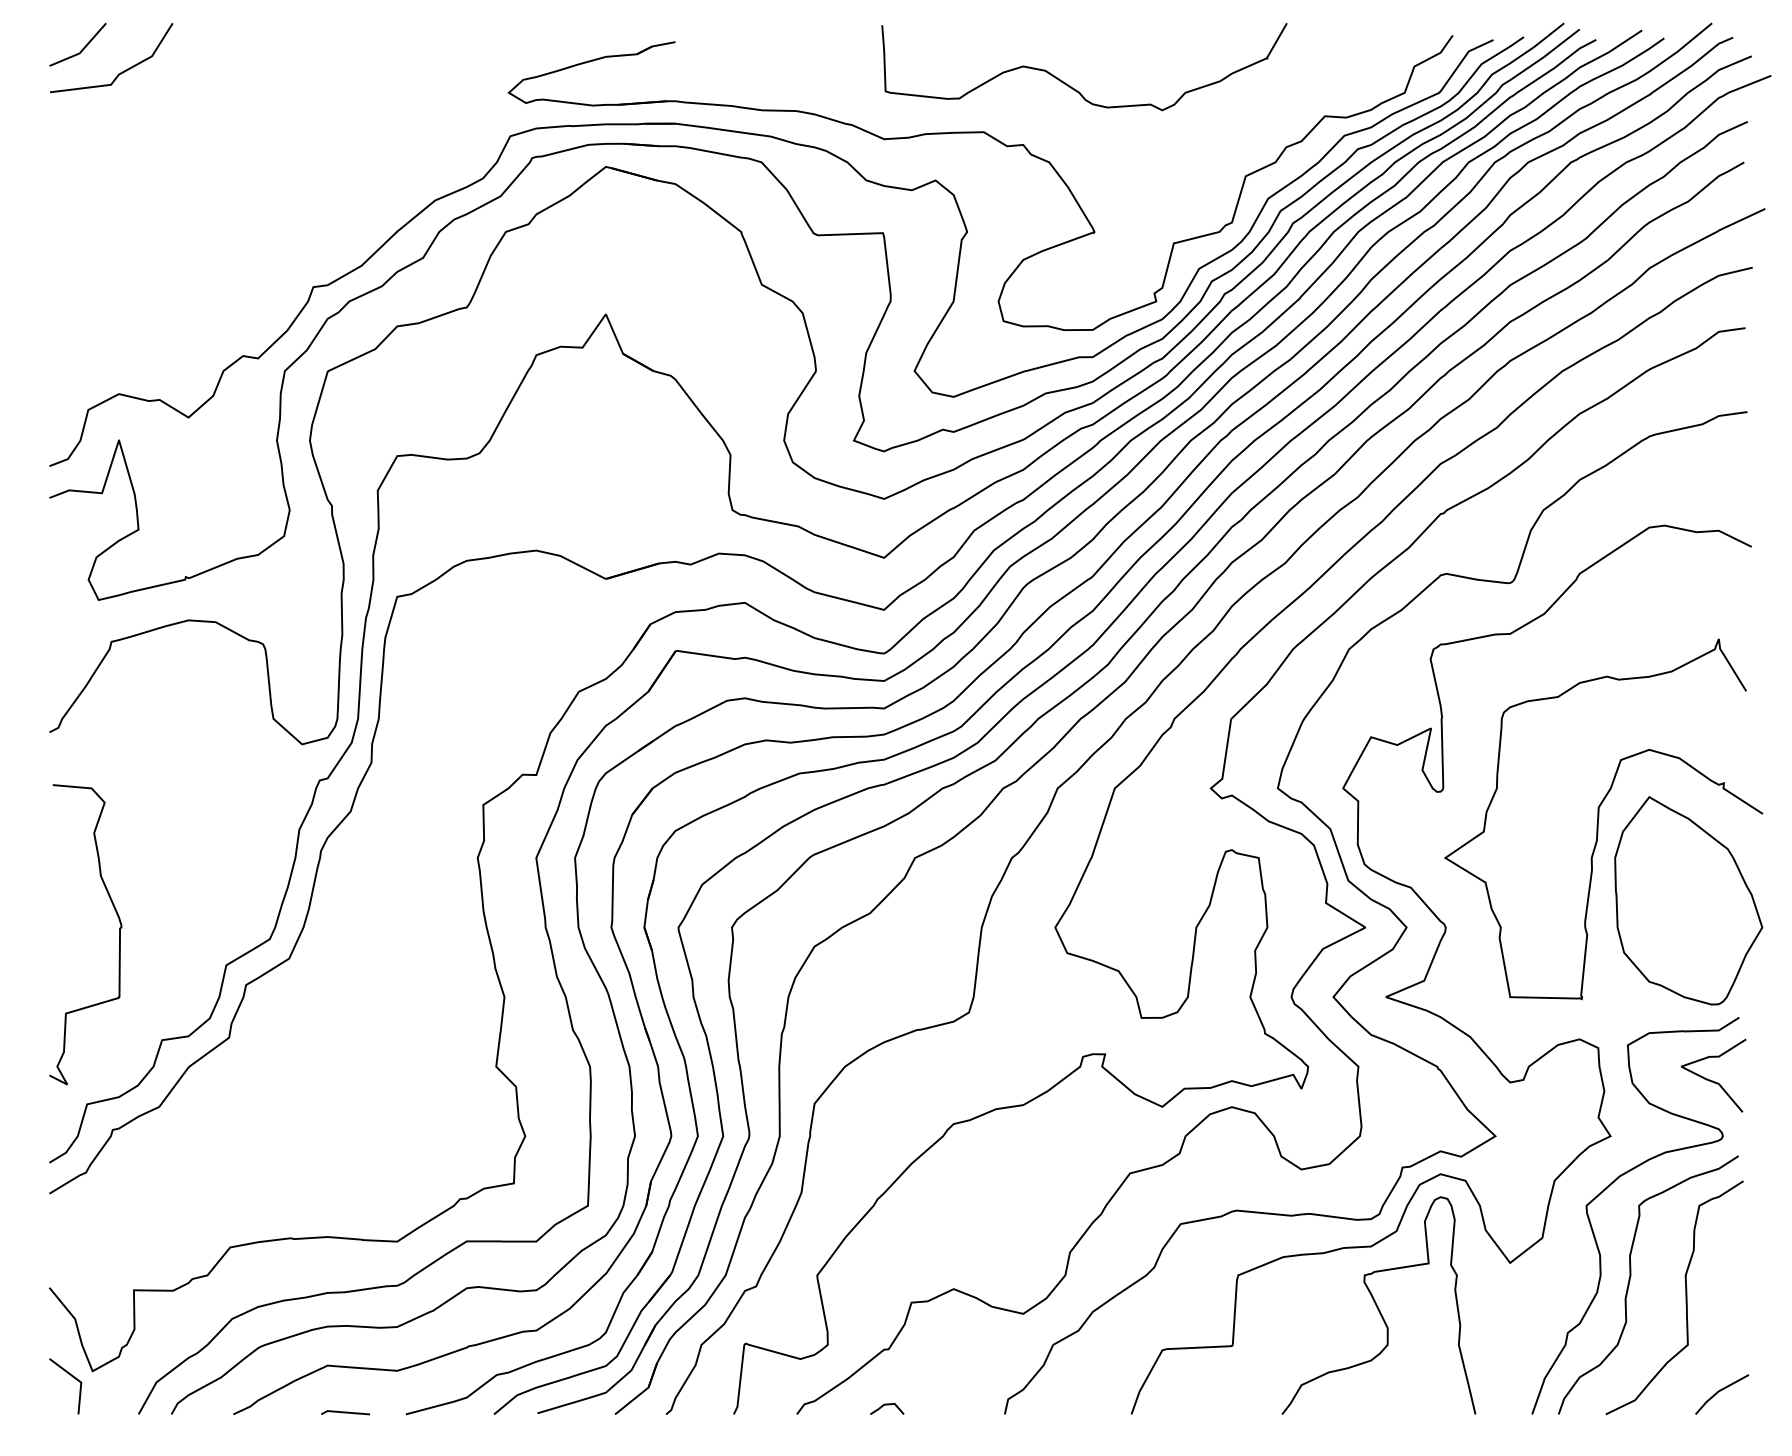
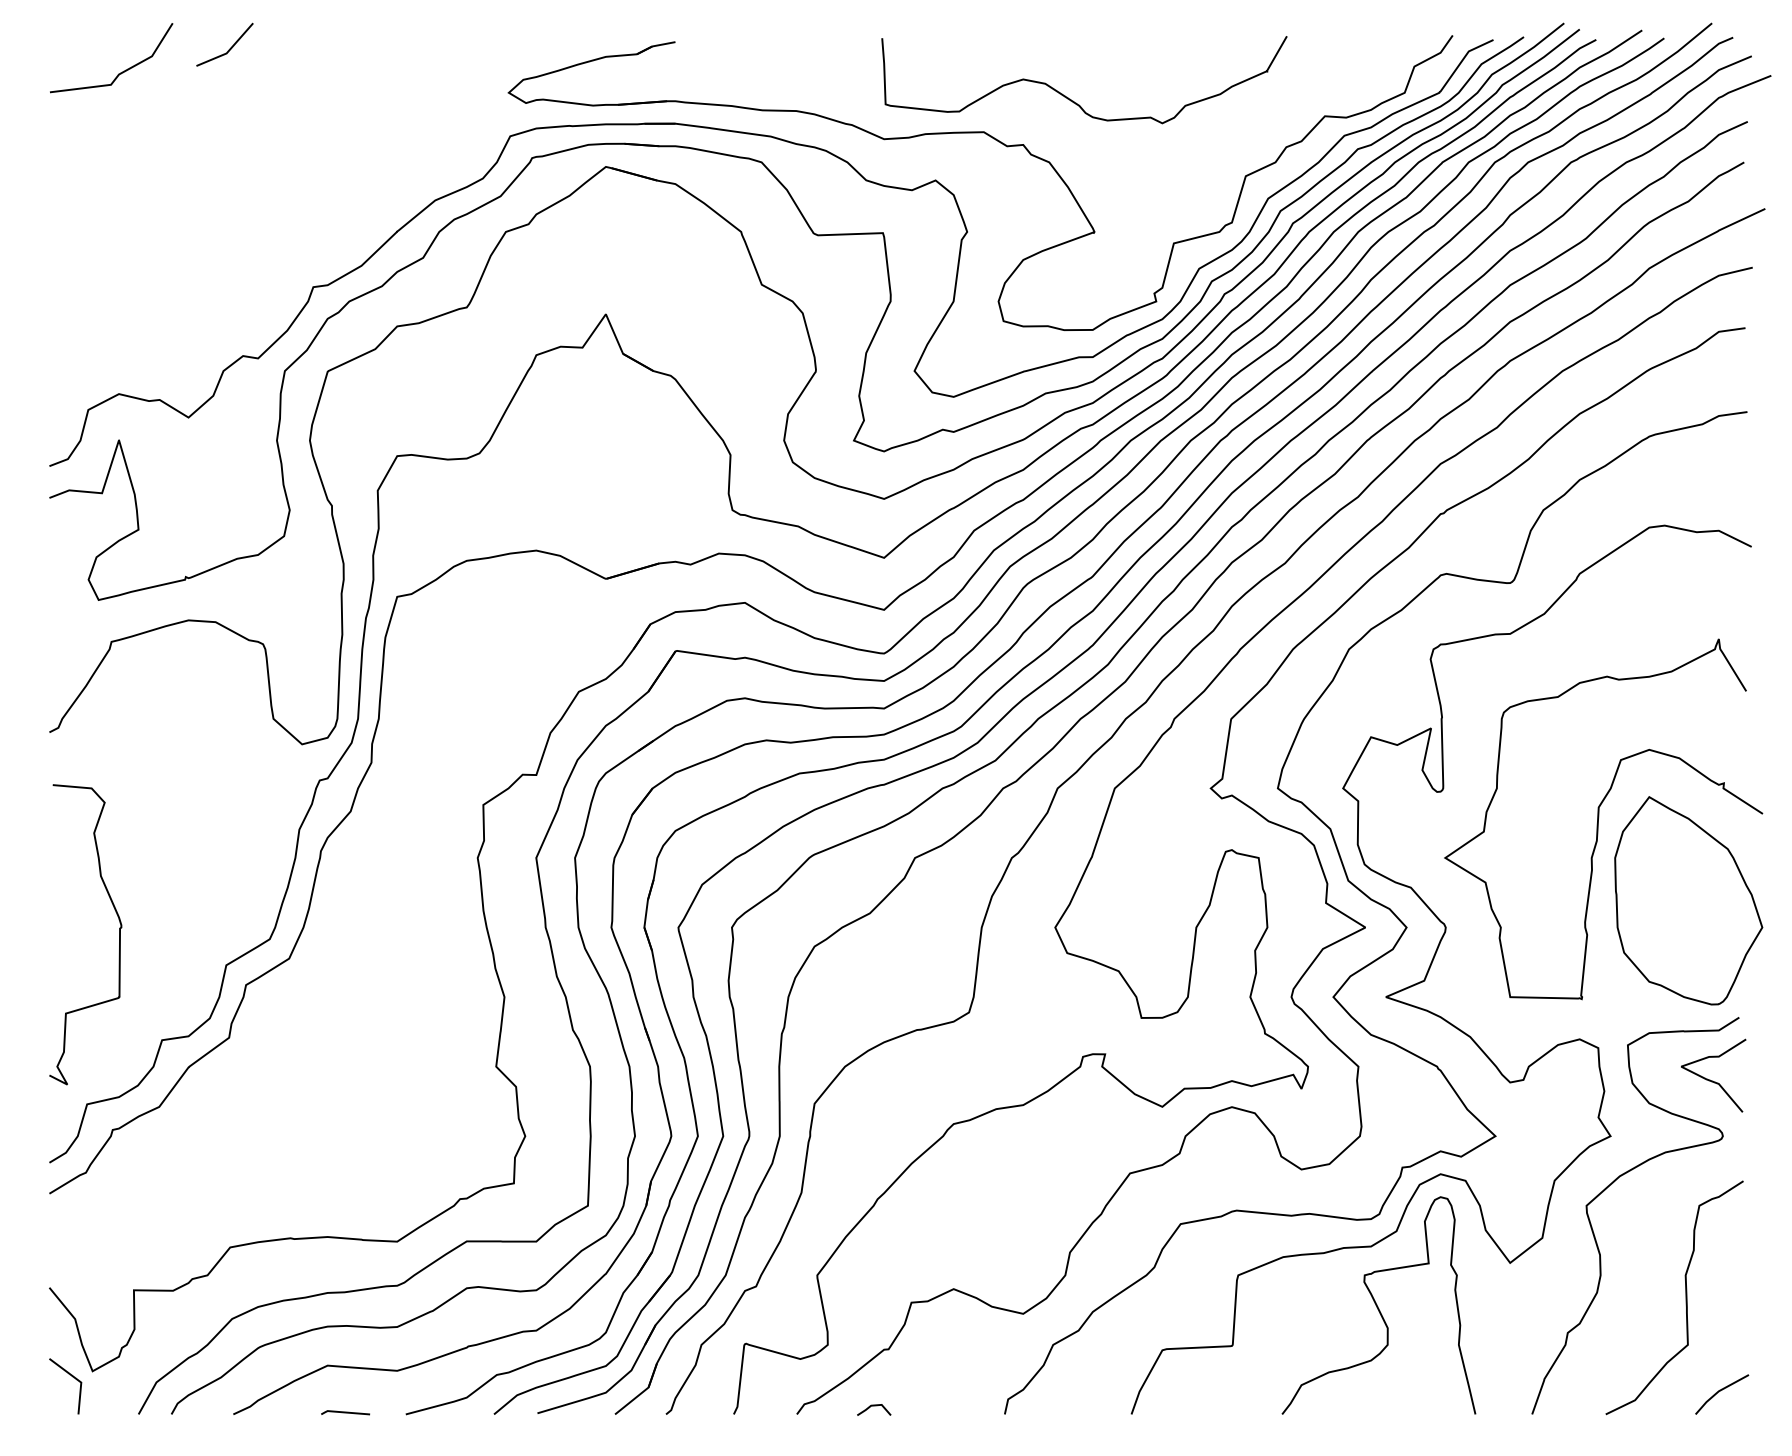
line at (82, 48) position: (82, 48) -> (229, 48)
curve at (1073, 87) position: (1073, 87) -> (1073, 100)
curve at (1630, 1281): present -> none
line at (887, 1405) position: (887, 1405) -> (874, 1406)
